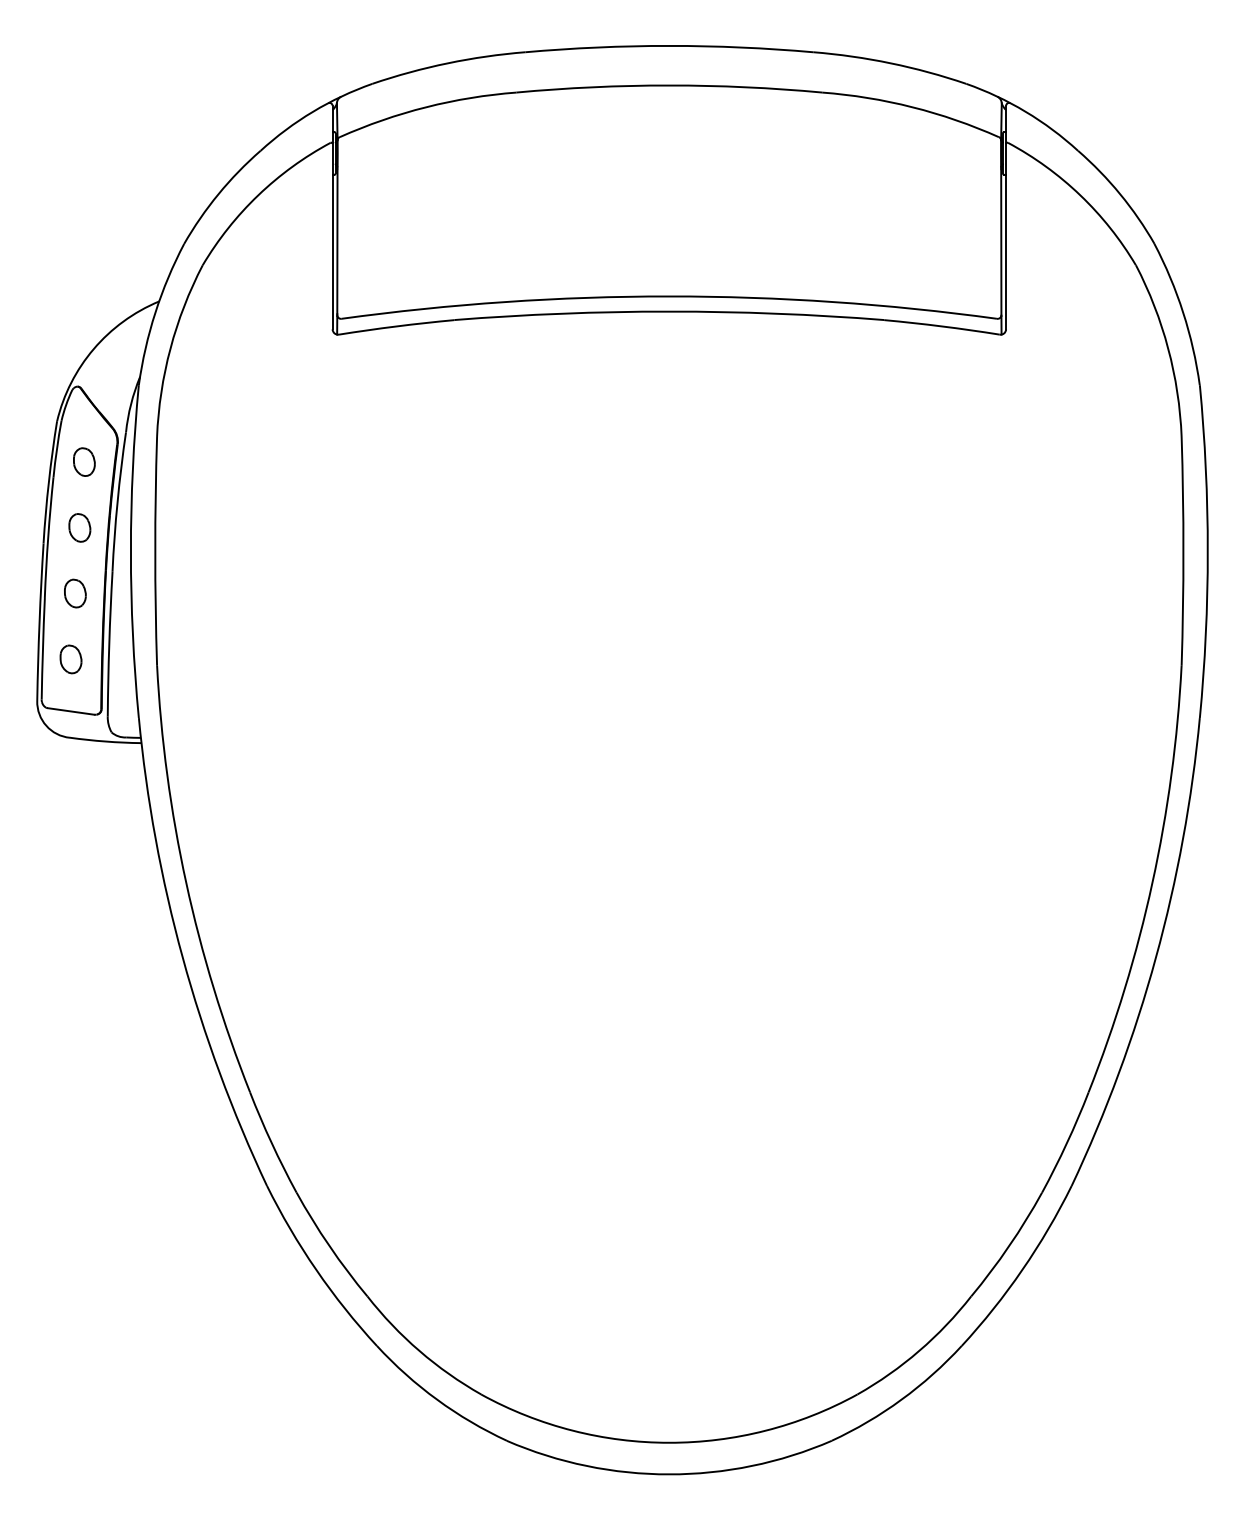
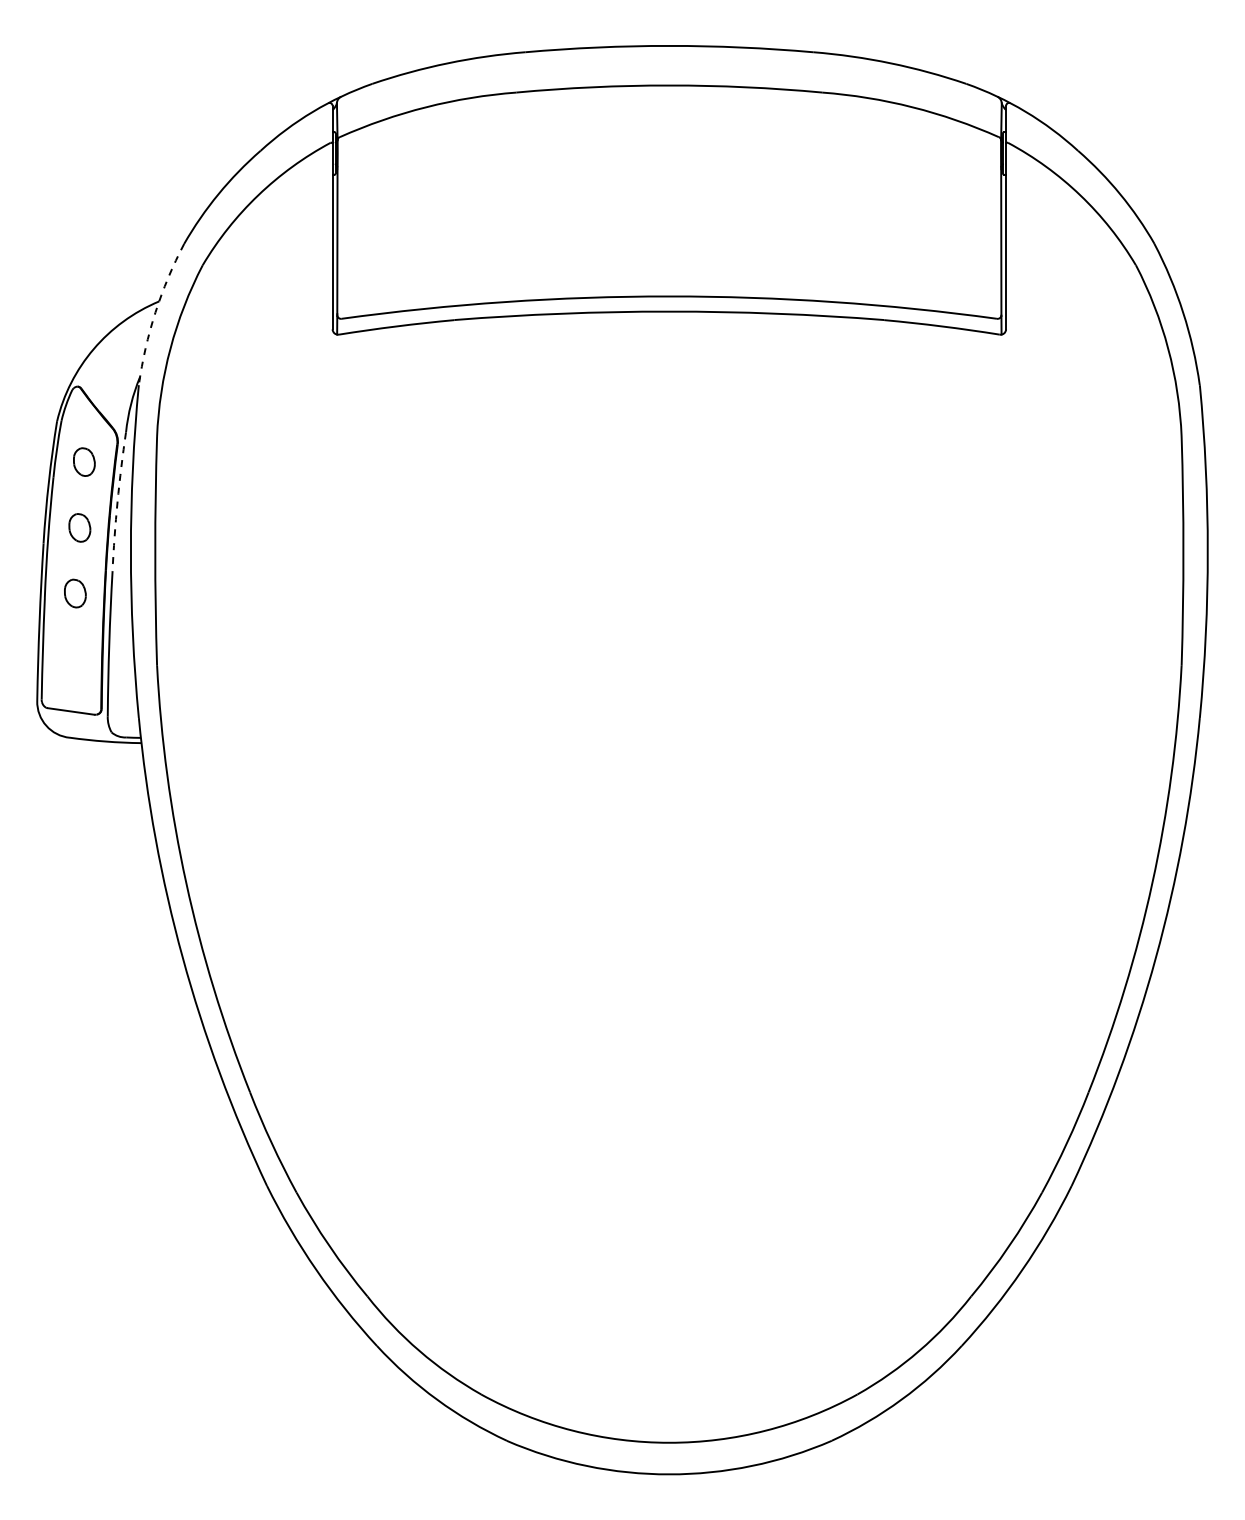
arc at (155, 312): solid -> dashed
arc at (117, 501): solid -> dashed
part at (70, 659): present -> none
